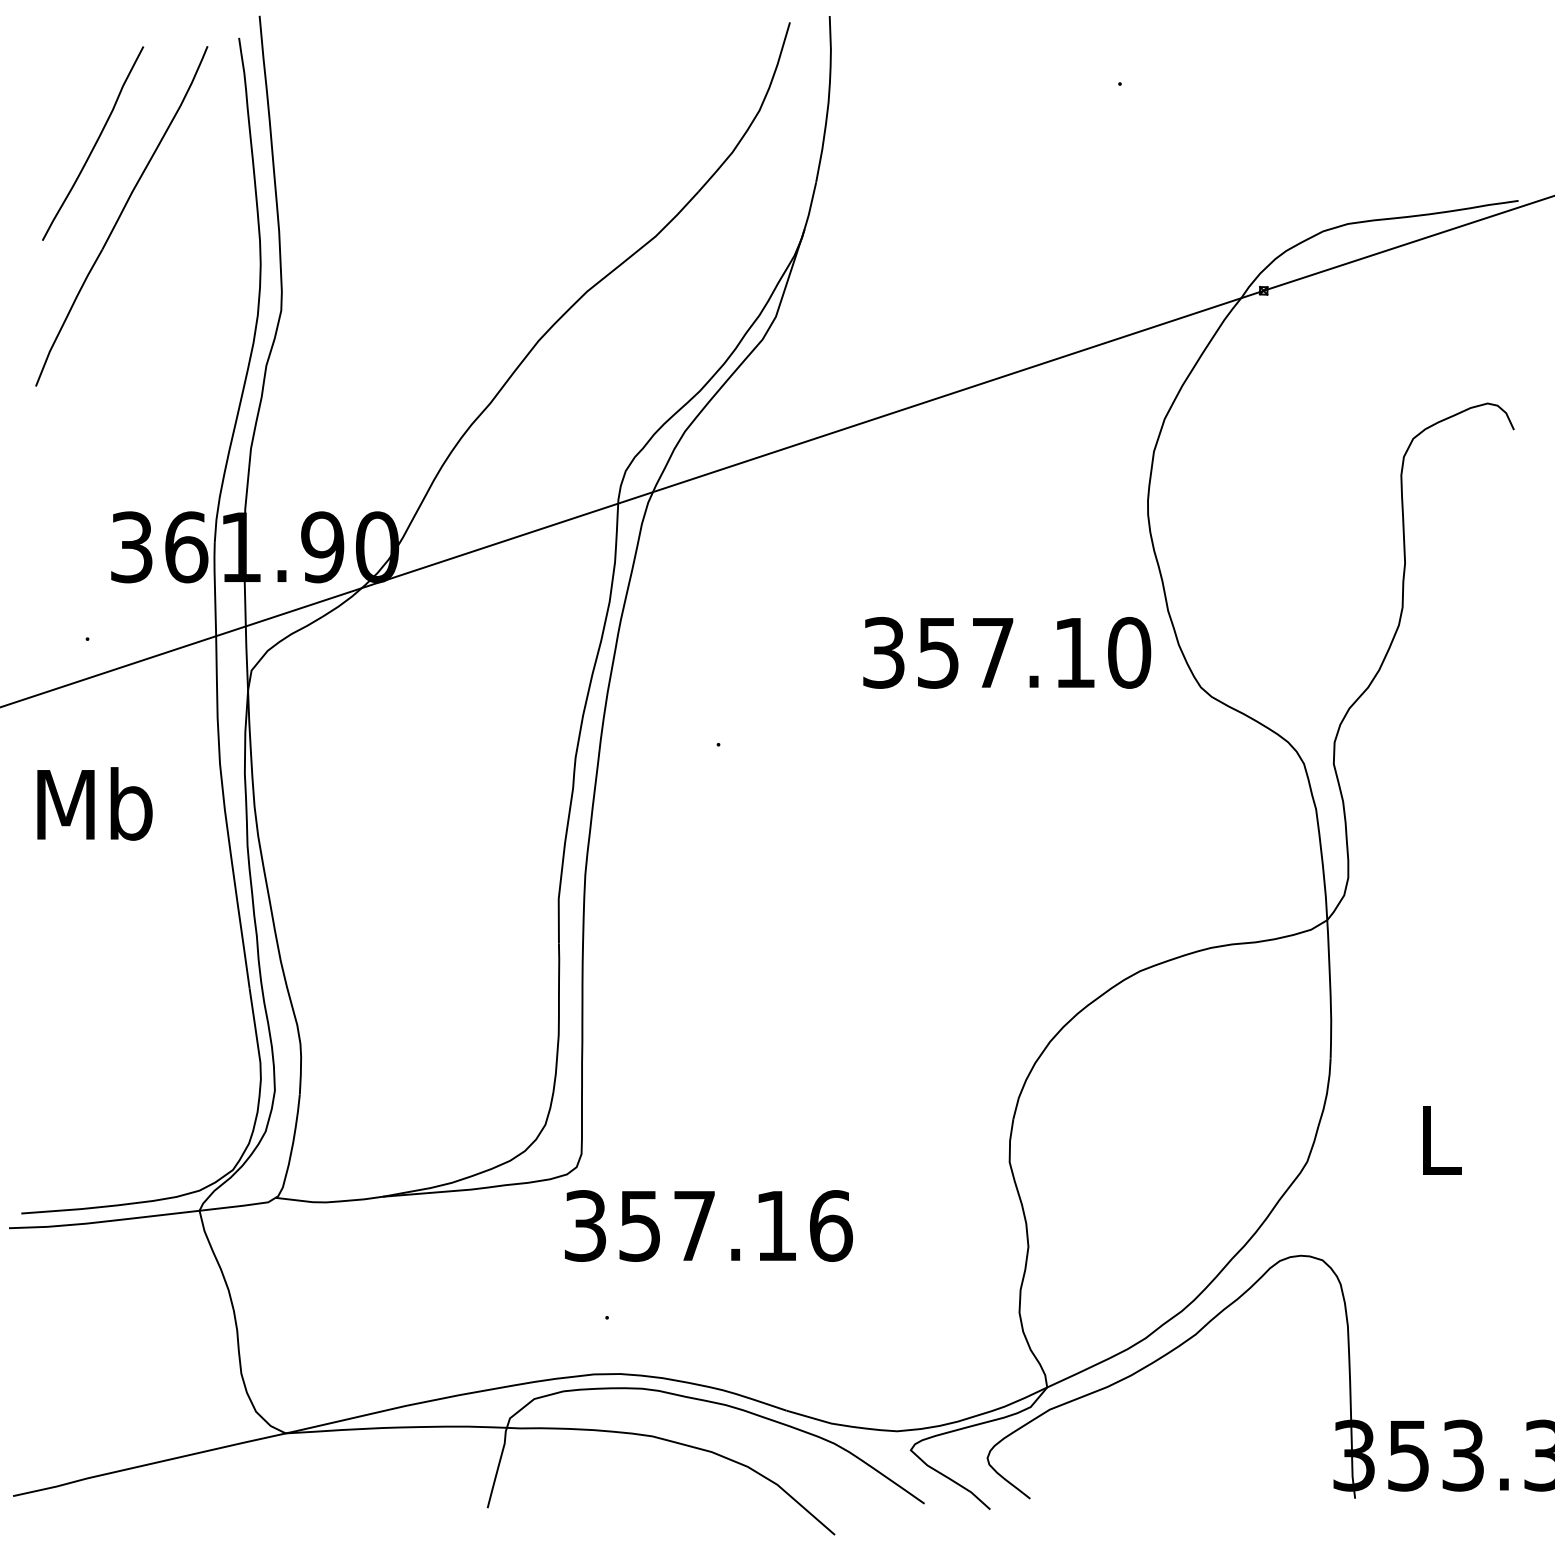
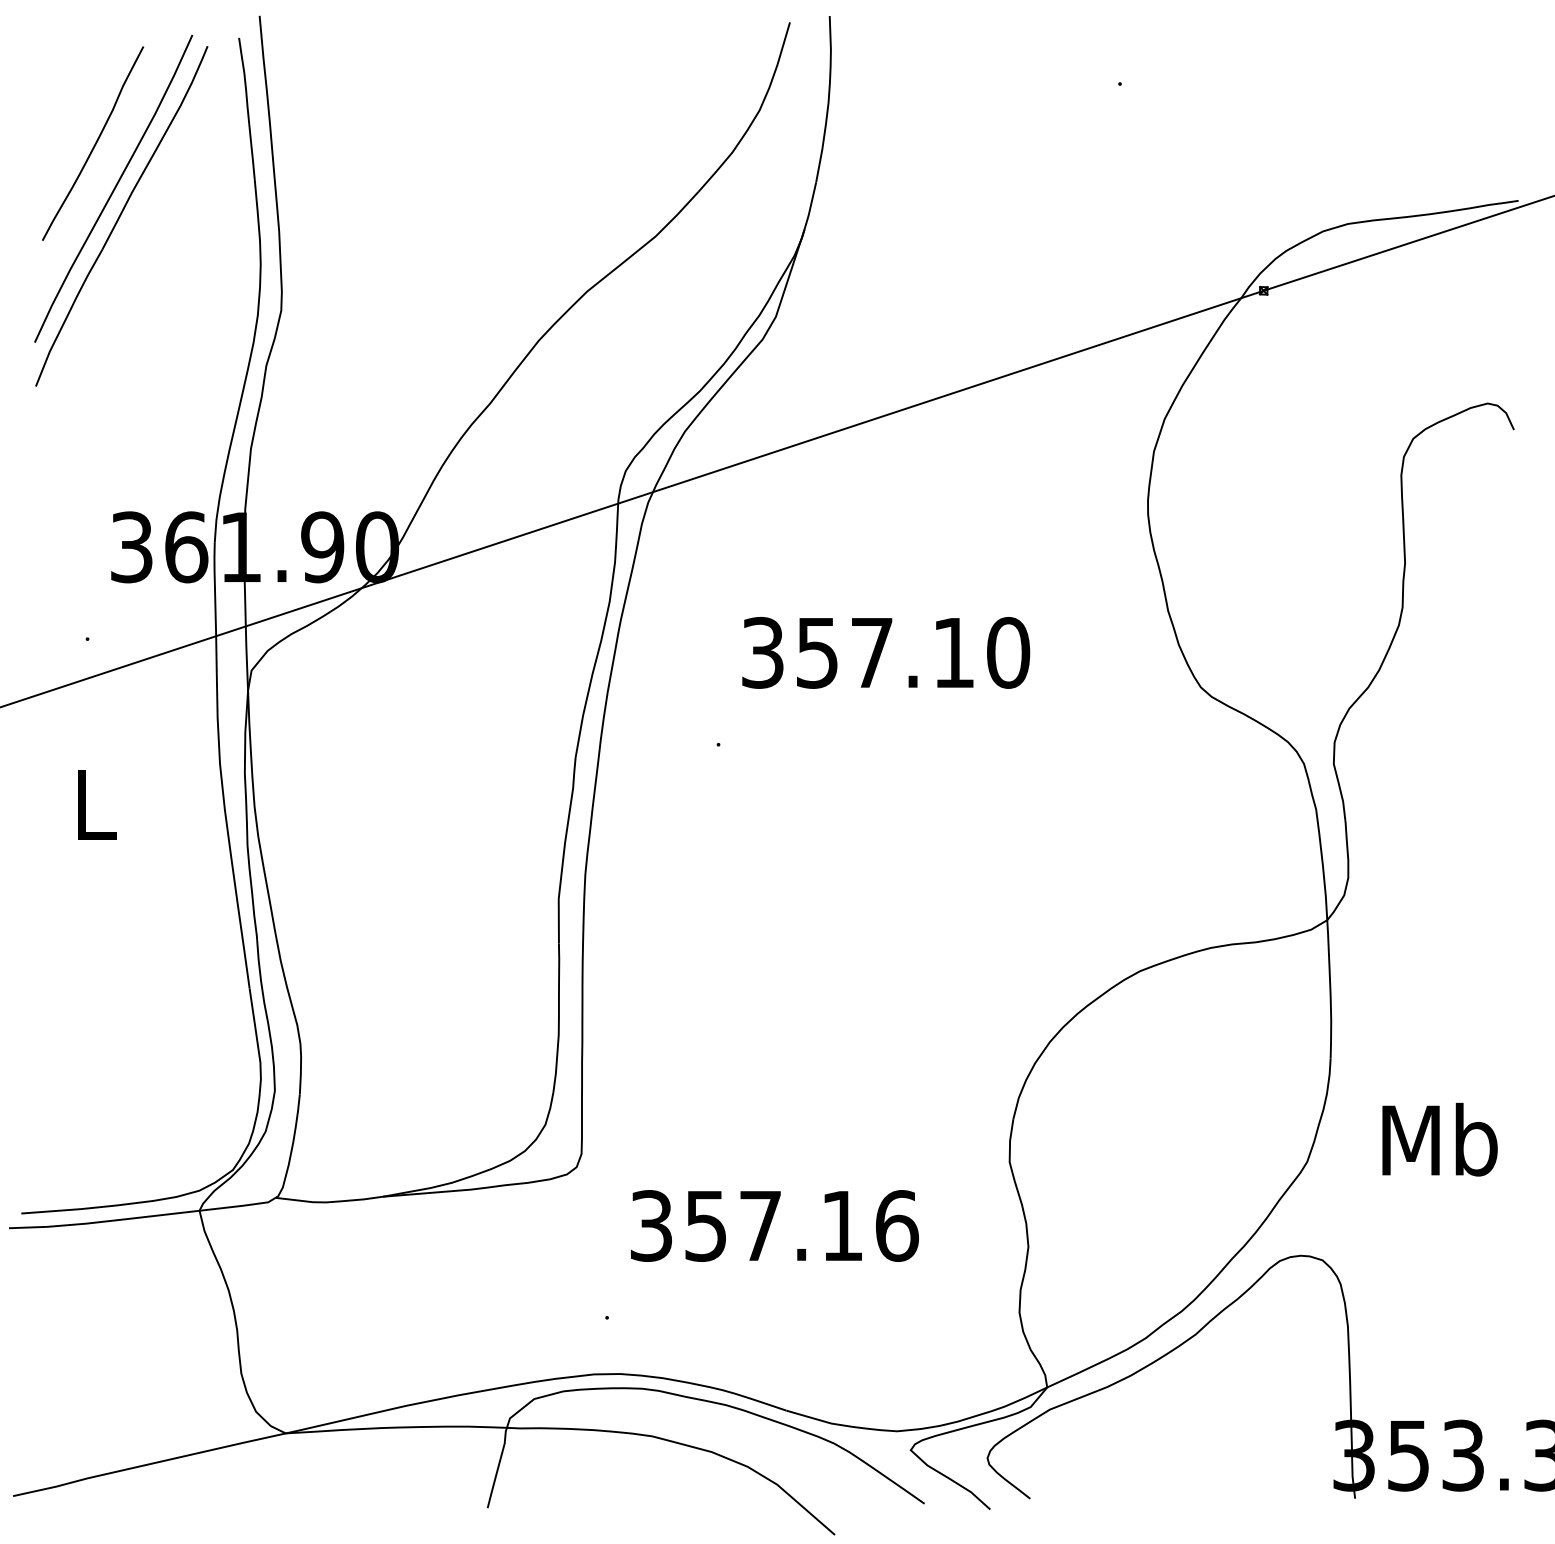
curve at (113, 188): none -> present
text at (1007, 652) position: (1007, 652) -> (886, 652)
text at (94, 803): Mb -> L
text at (1439, 1139): L -> Mb
text at (708, 1225) position: (708, 1225) -> (774, 1225)
